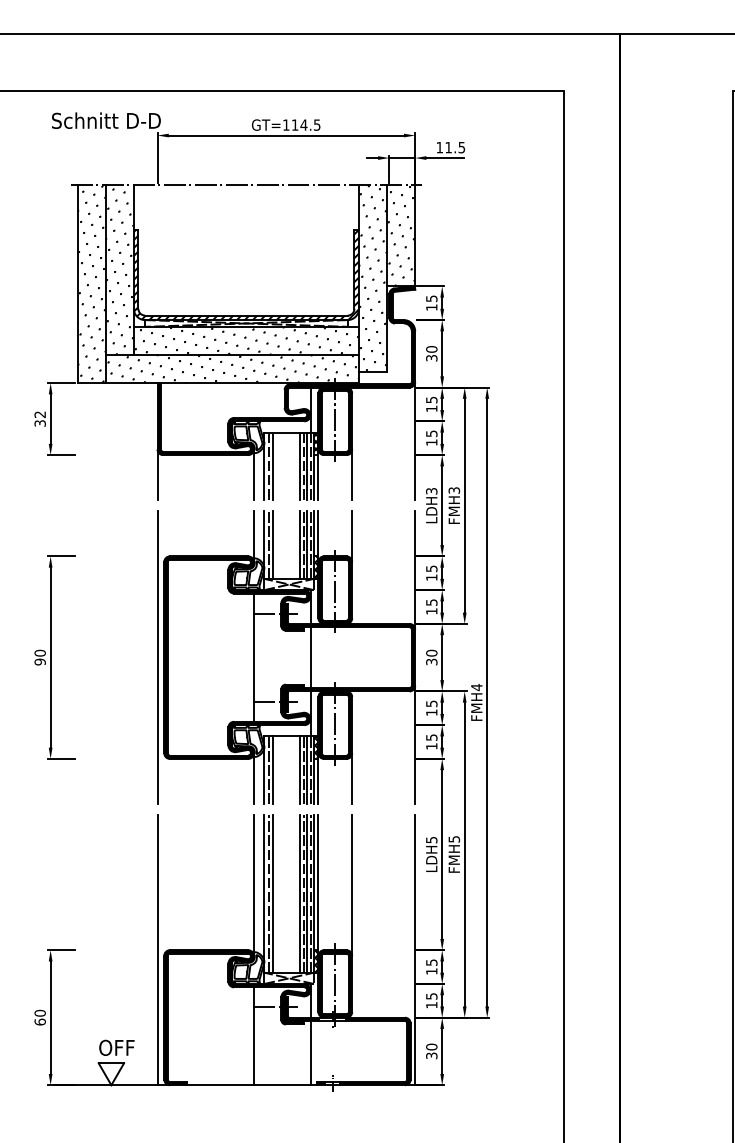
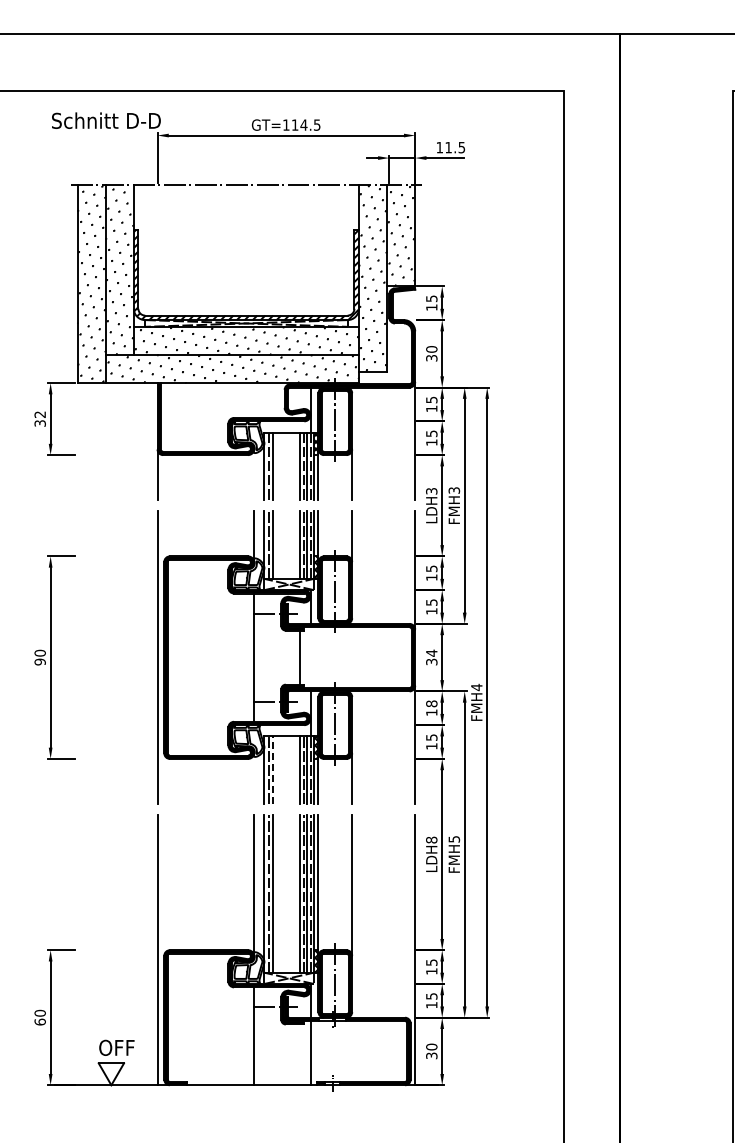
line at (254, 474): present -> none
text at (431, 652): 30 -> 34
line at (310, 657) position: (310, 657) -> (299, 657)
text at (431, 703): 15 -> 18
line at (273, 770): solid -> dashed
line at (254, 777): present -> none
text at (431, 839): LDH5 -> LDH8
